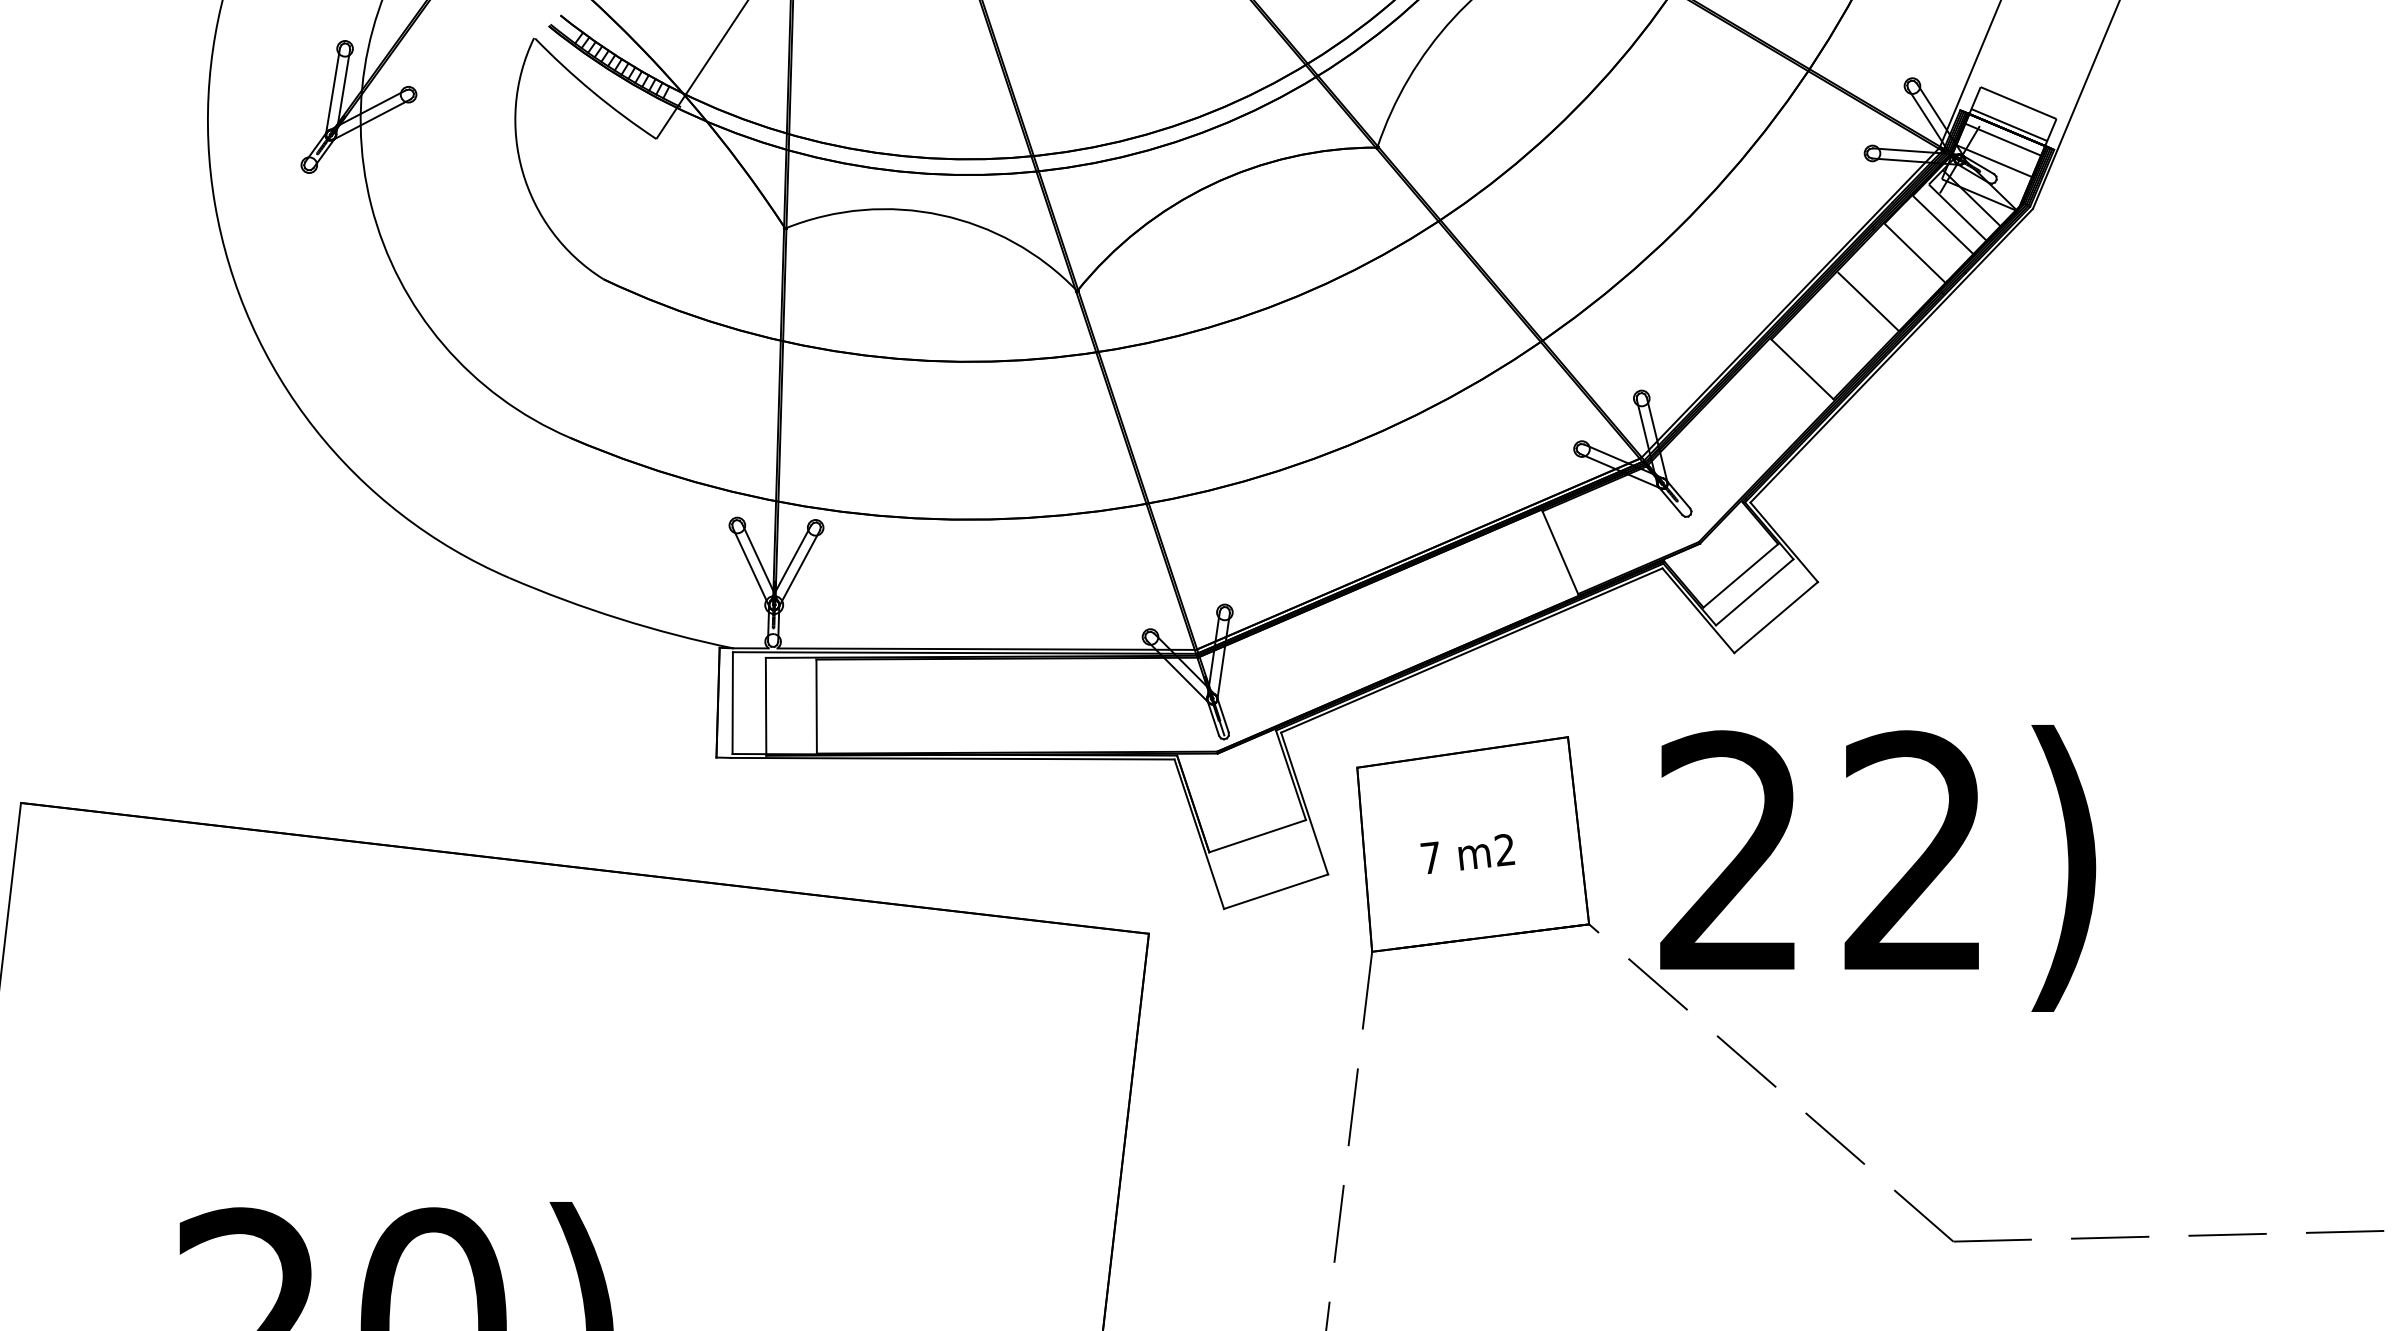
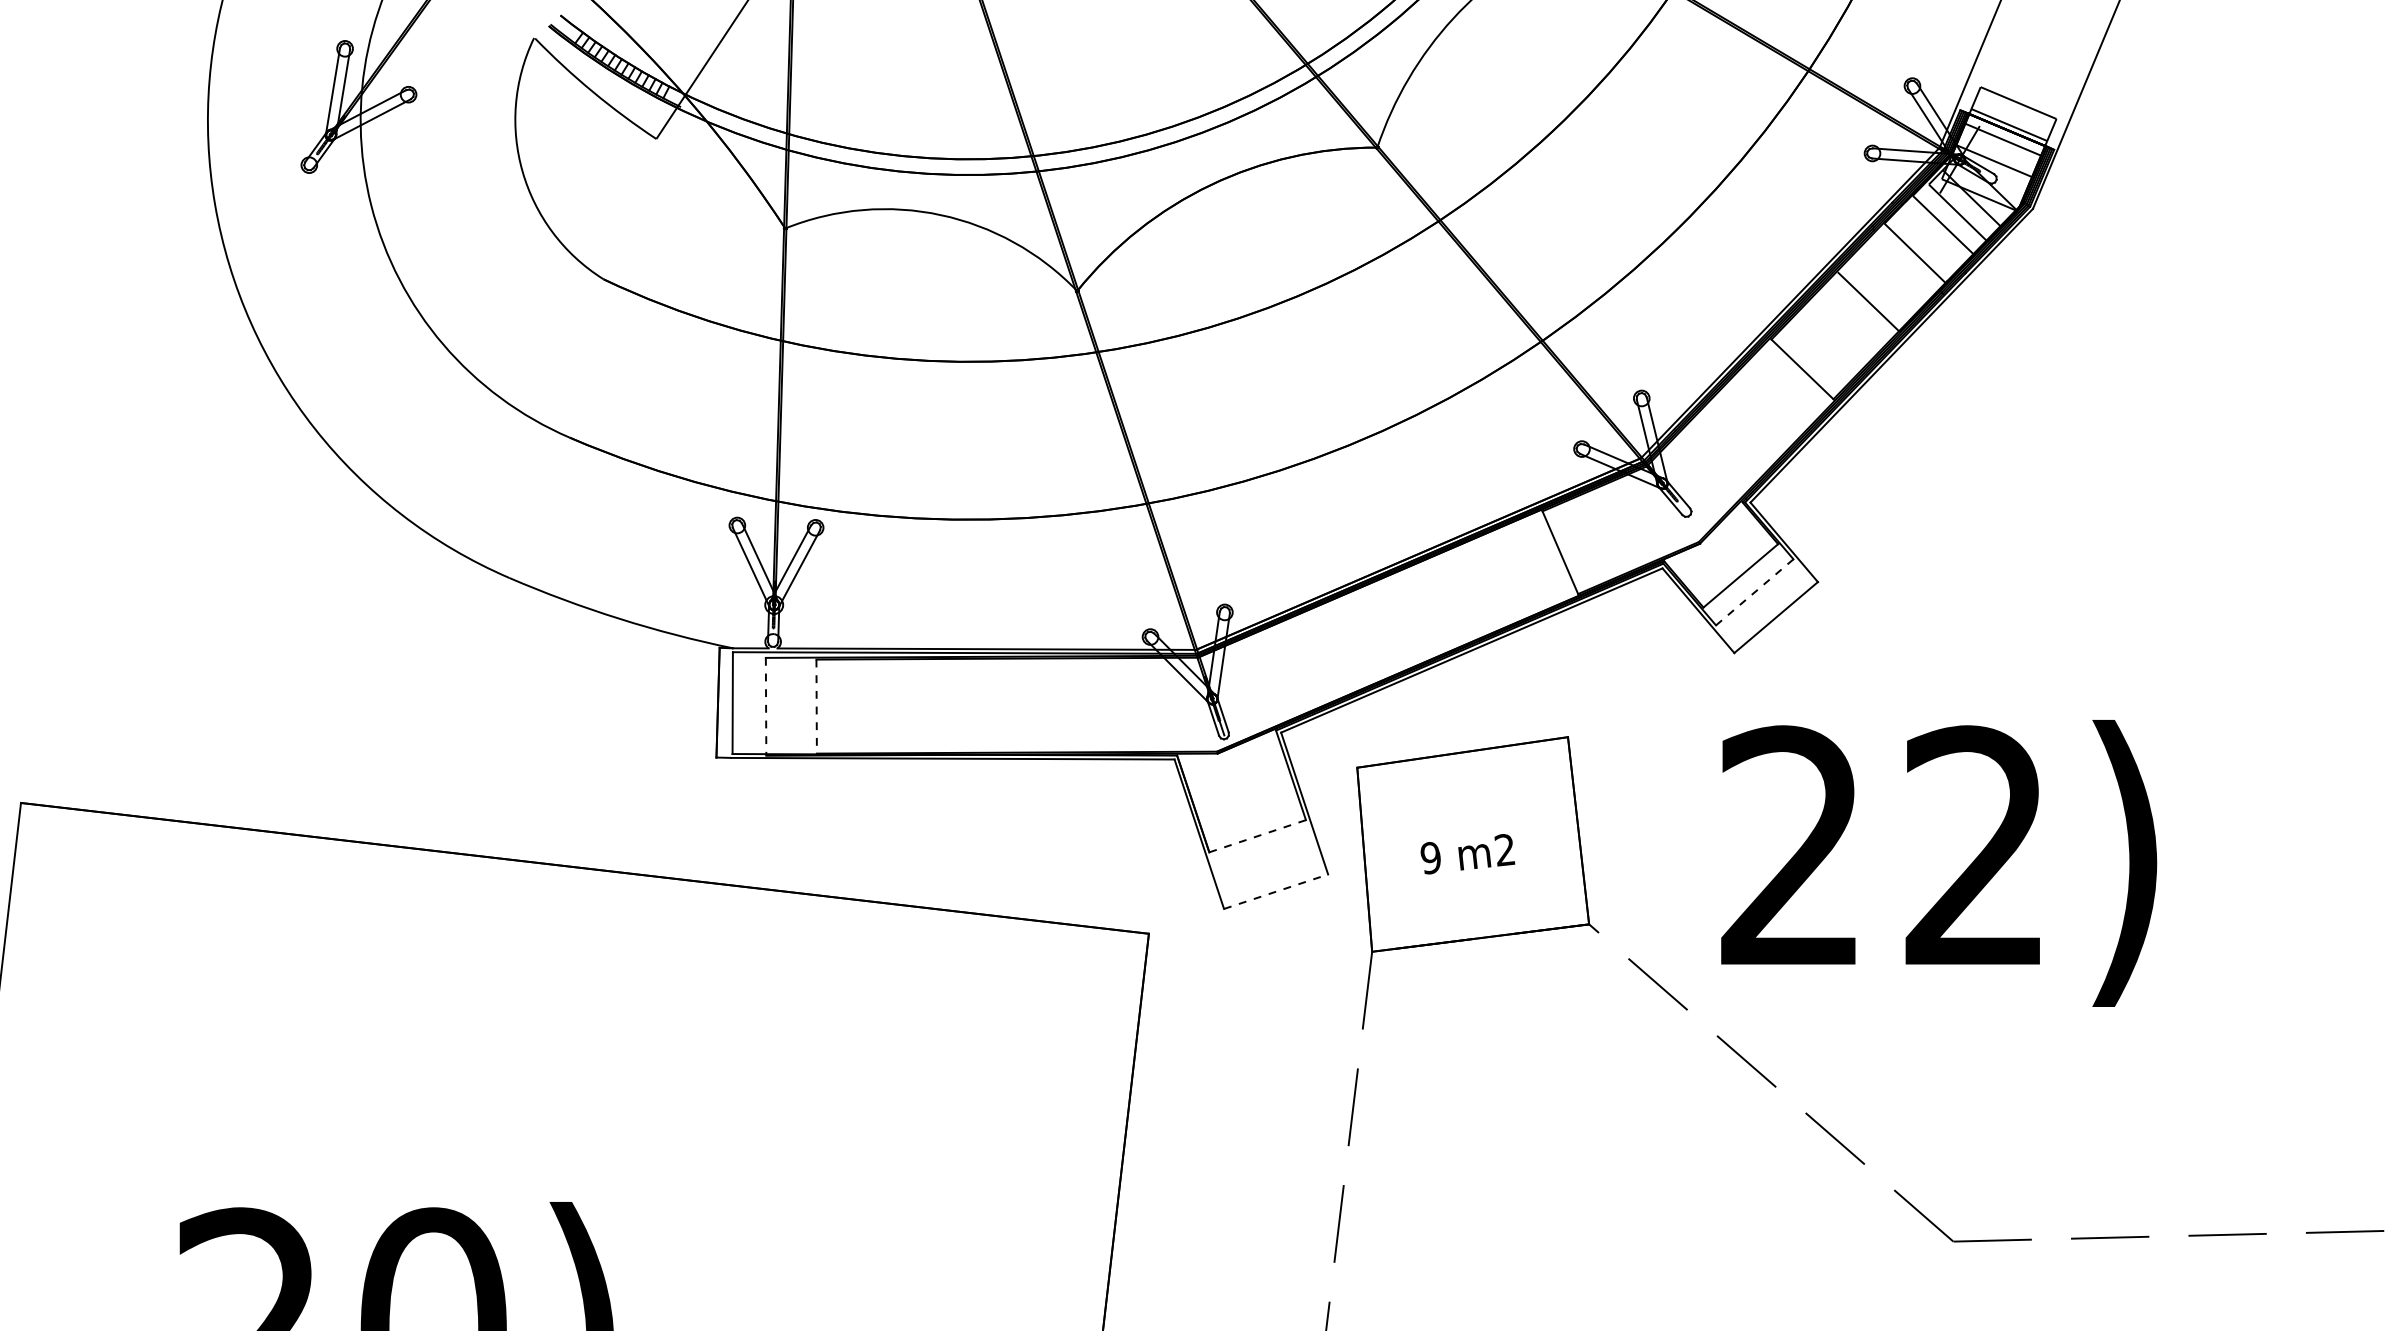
line at (1754, 592): solid -> dashed
line at (766, 706): solid -> dashed
line at (816, 706): solid -> dashed
line at (1257, 836): solid -> dashed
text at (1430, 857): 7 -> 9
text at (1878, 868) position: (1878, 868) -> (1939, 863)
line at (1276, 891): solid -> dashed
